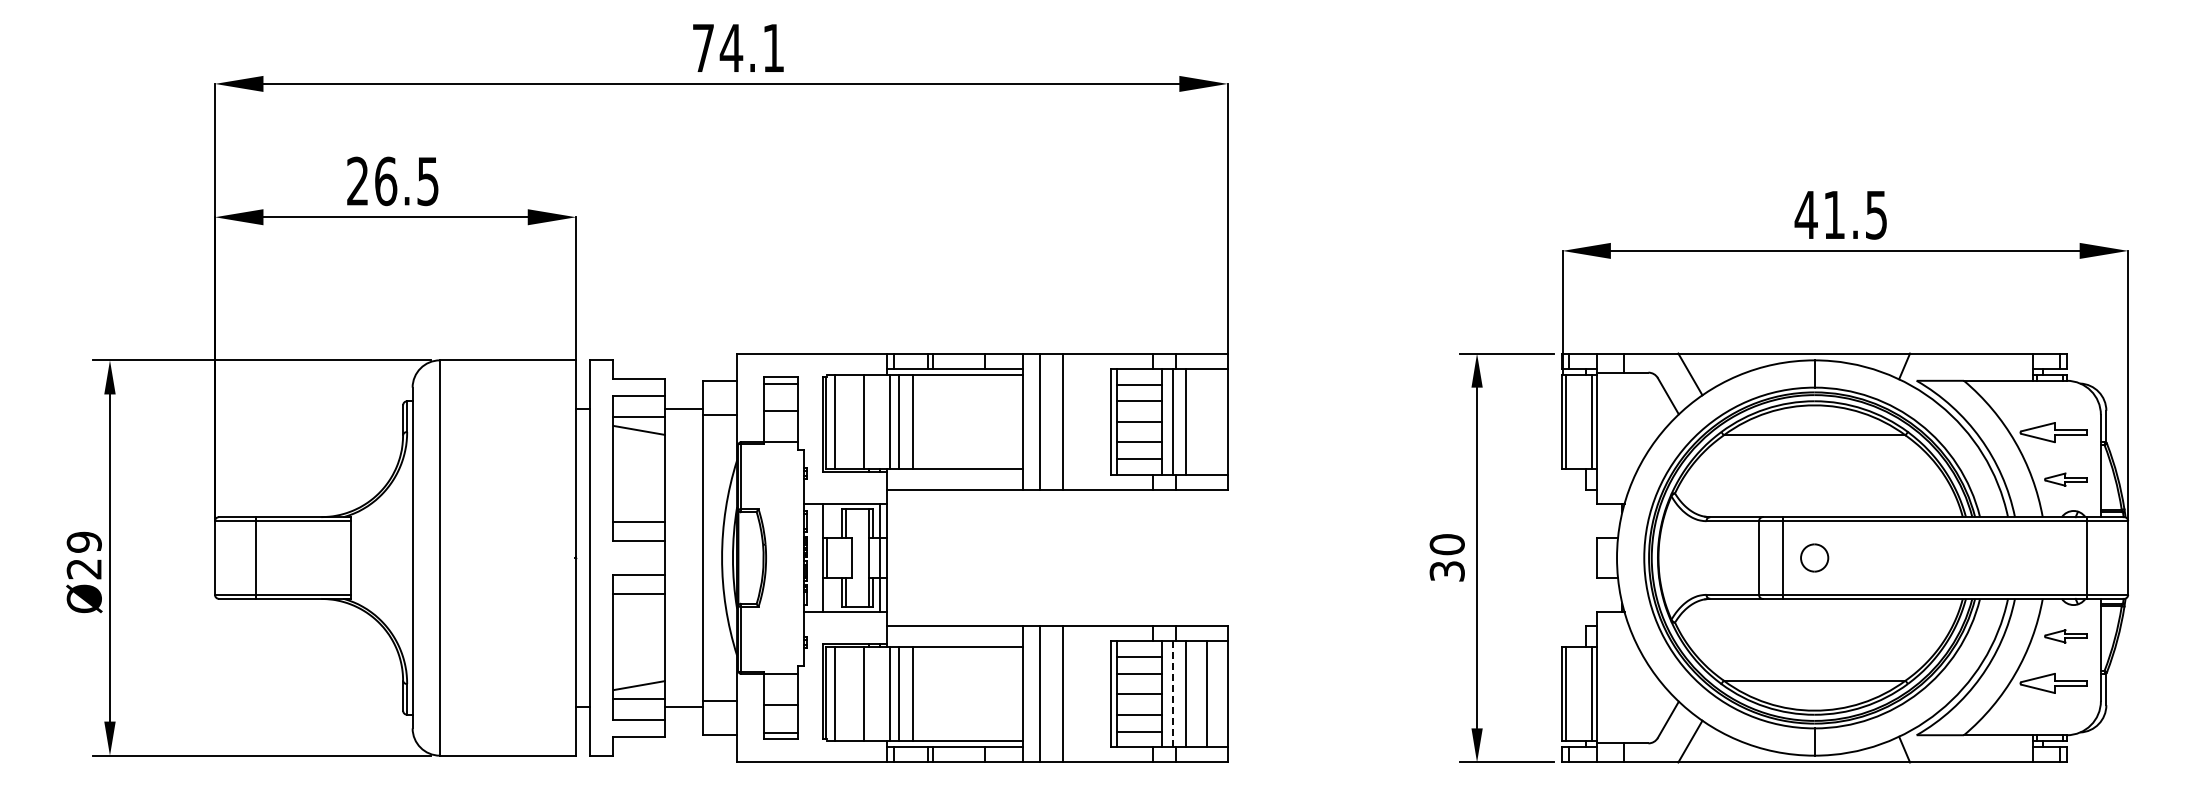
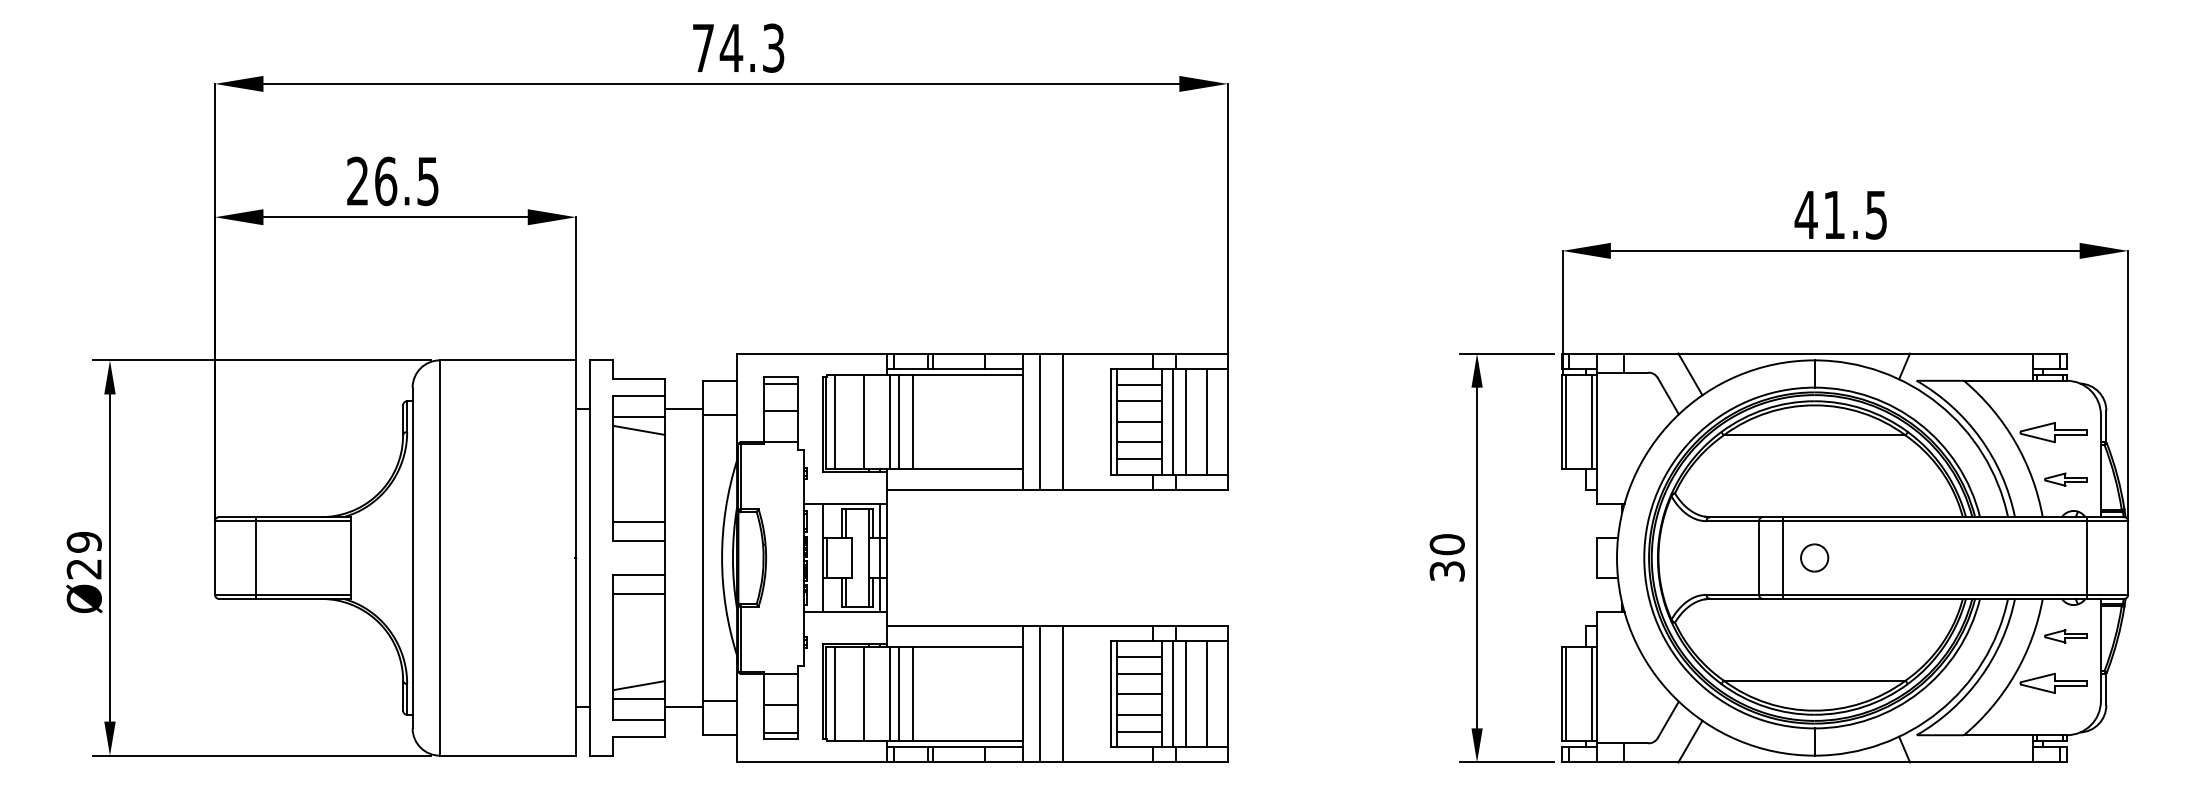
text at (773, 47): 74.1 -> 74.3
line at (1207, 421): none -> present
line at (1173, 693): dashed -> solid
